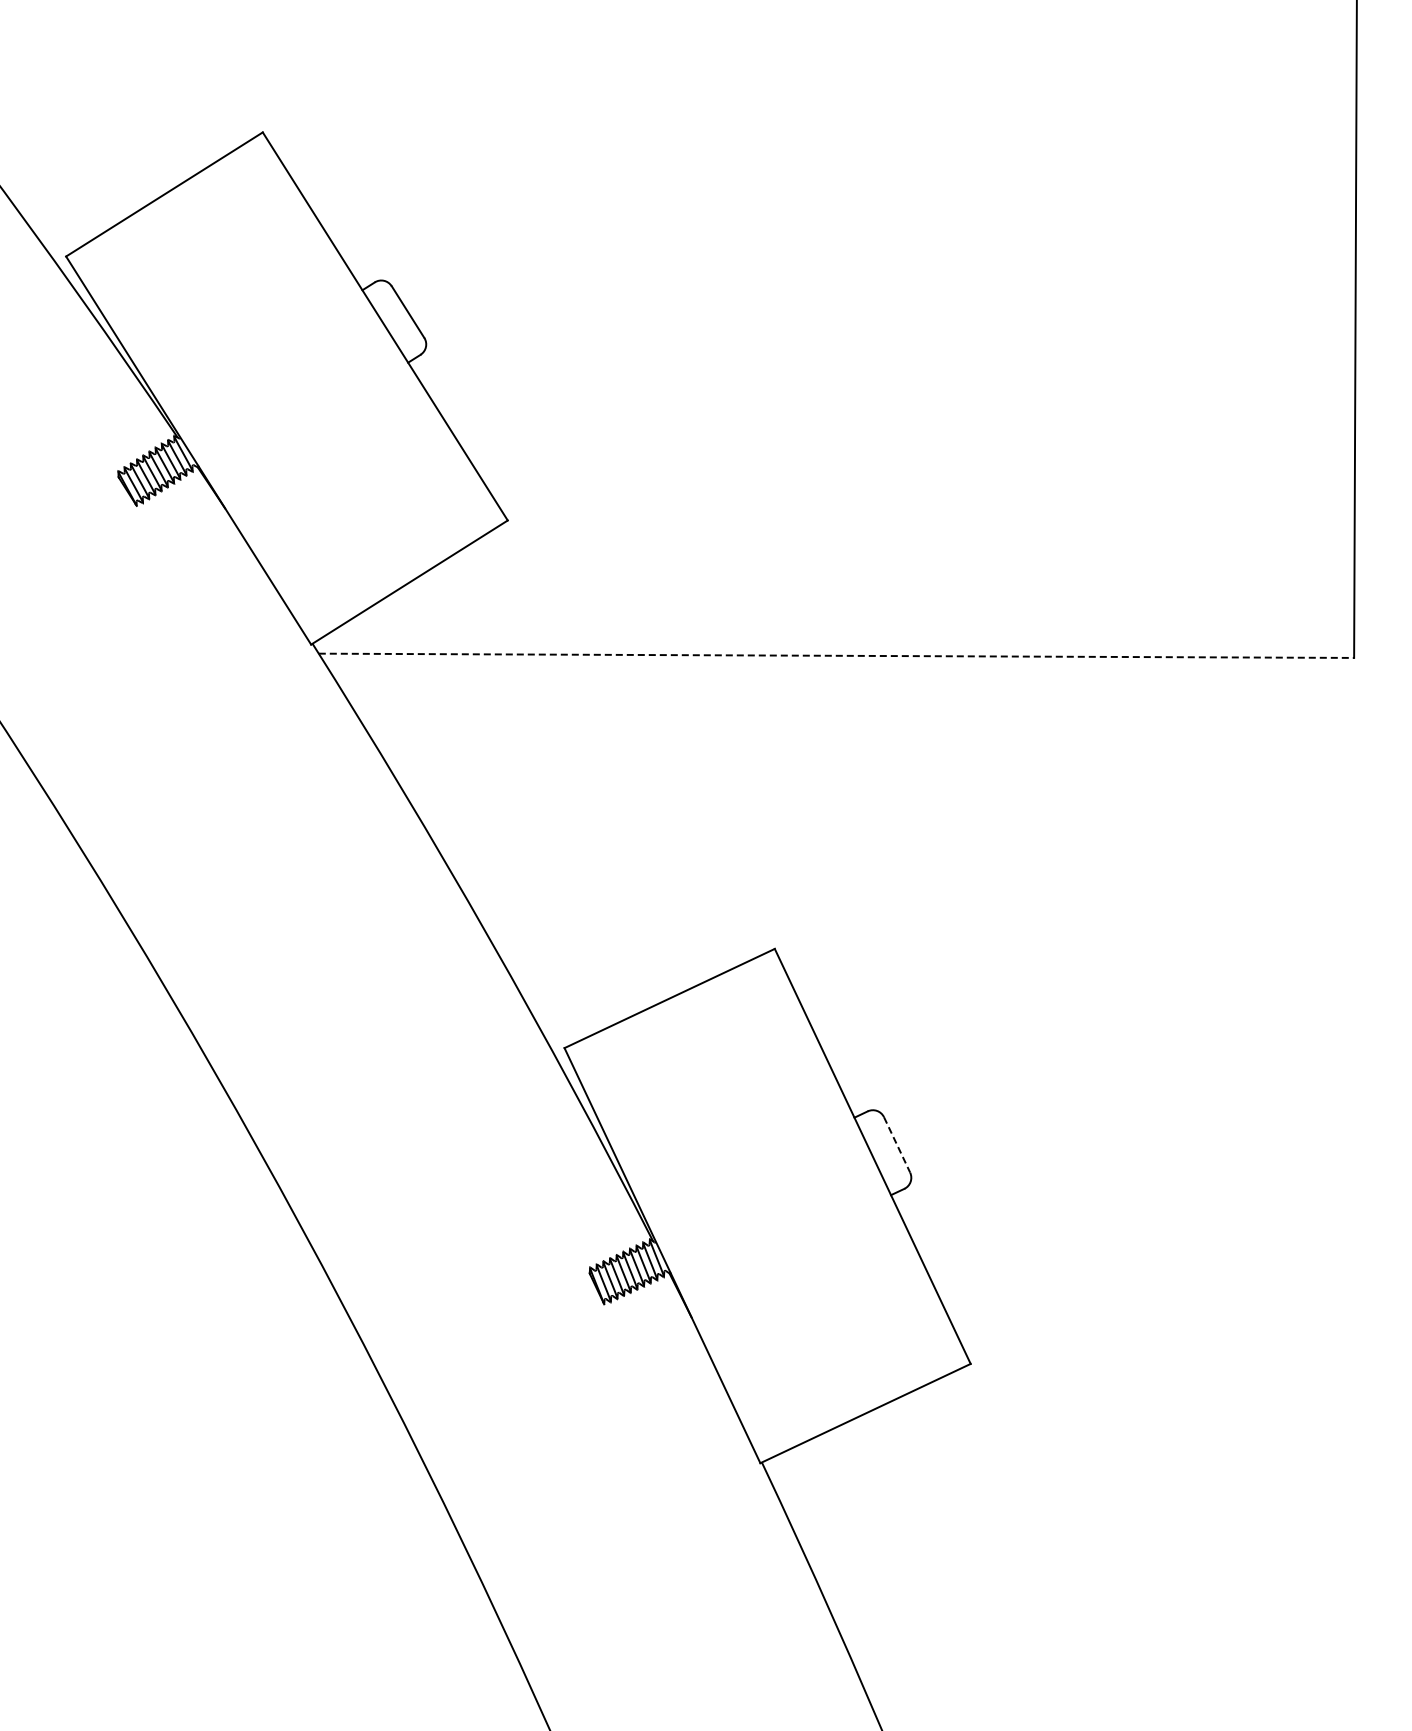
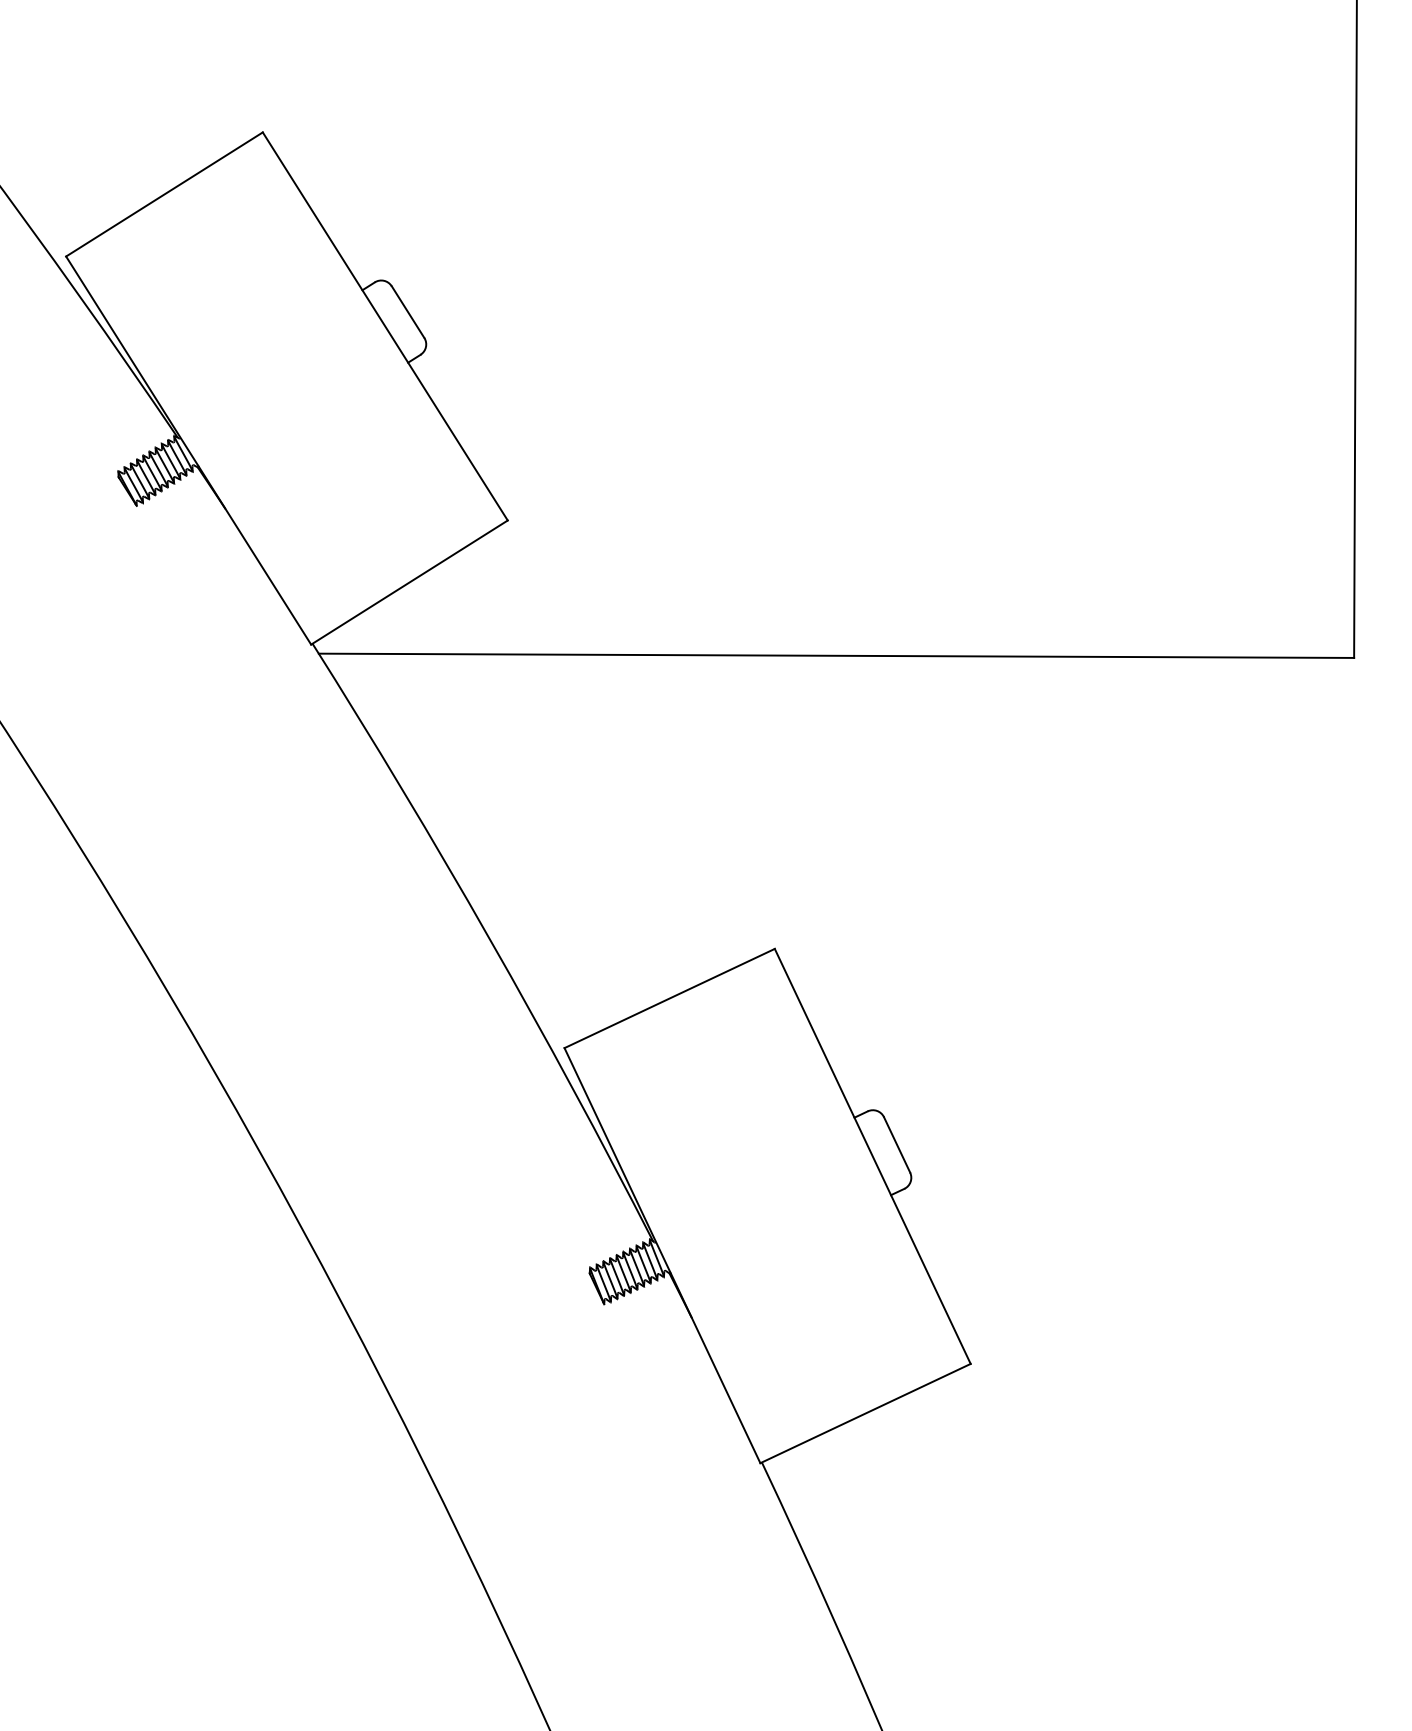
line at (836, 655): dashed -> solid
line at (897, 1144): dashed -> solid
